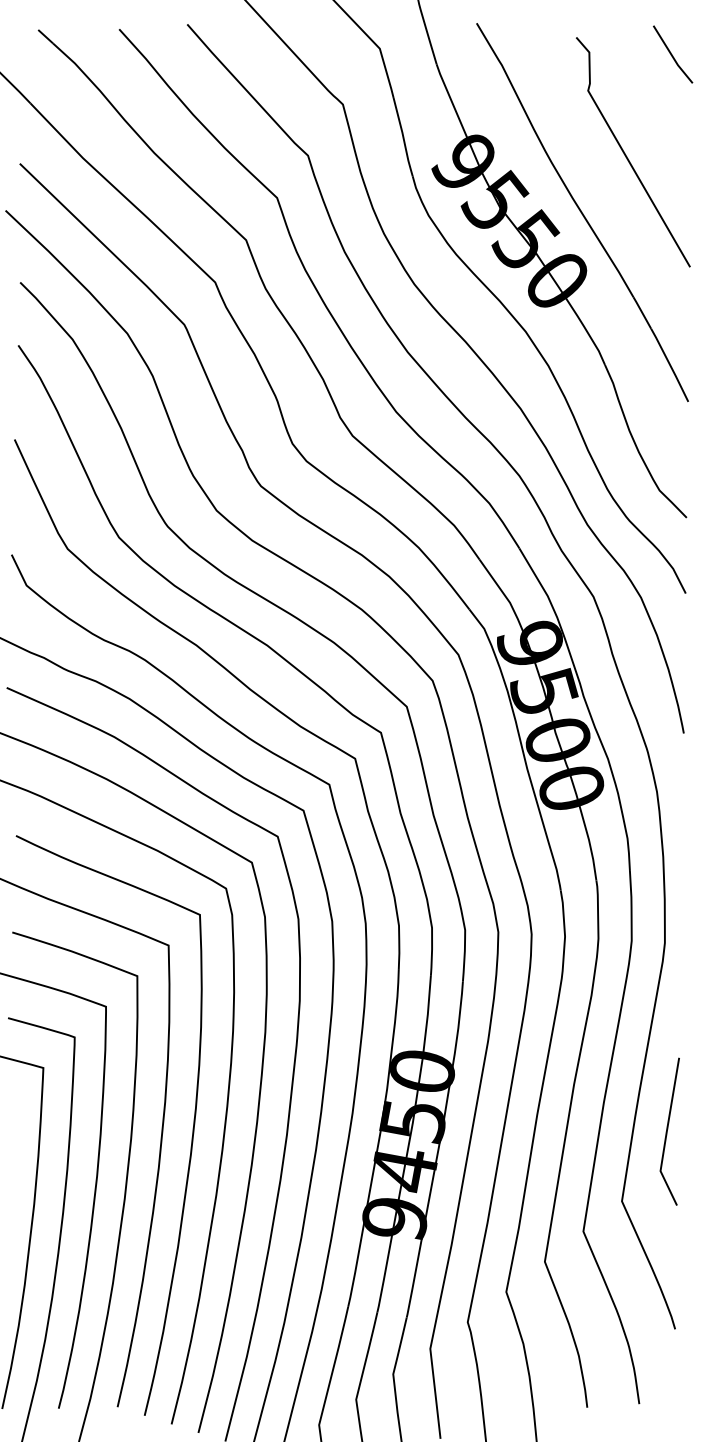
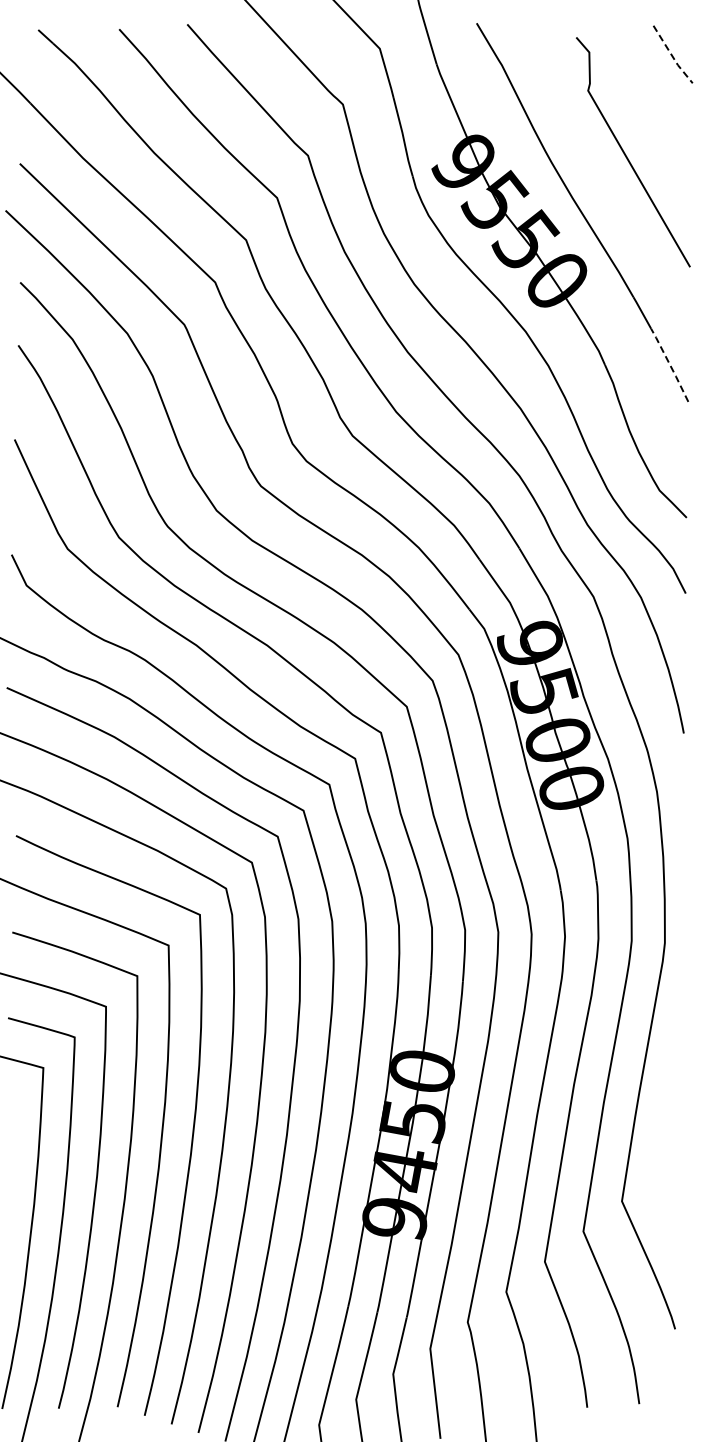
line at (672, 56): solid -> dashed
line at (670, 364): solid -> dashed
line at (667, 1131): present -> none
